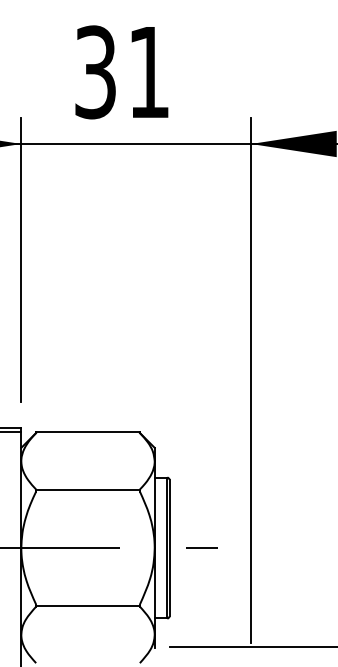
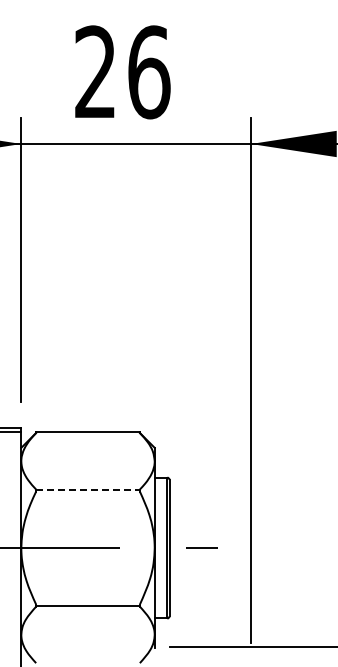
text at (122, 72): 31 -> 26
line at (88, 490): solid -> dashed
